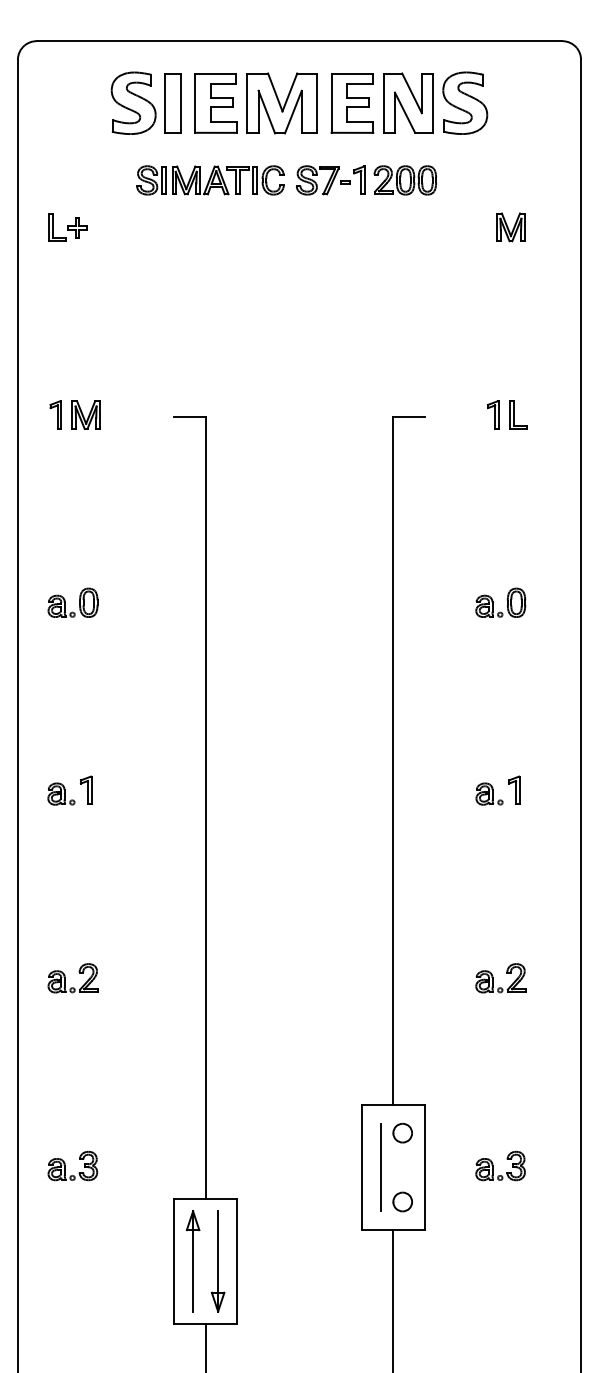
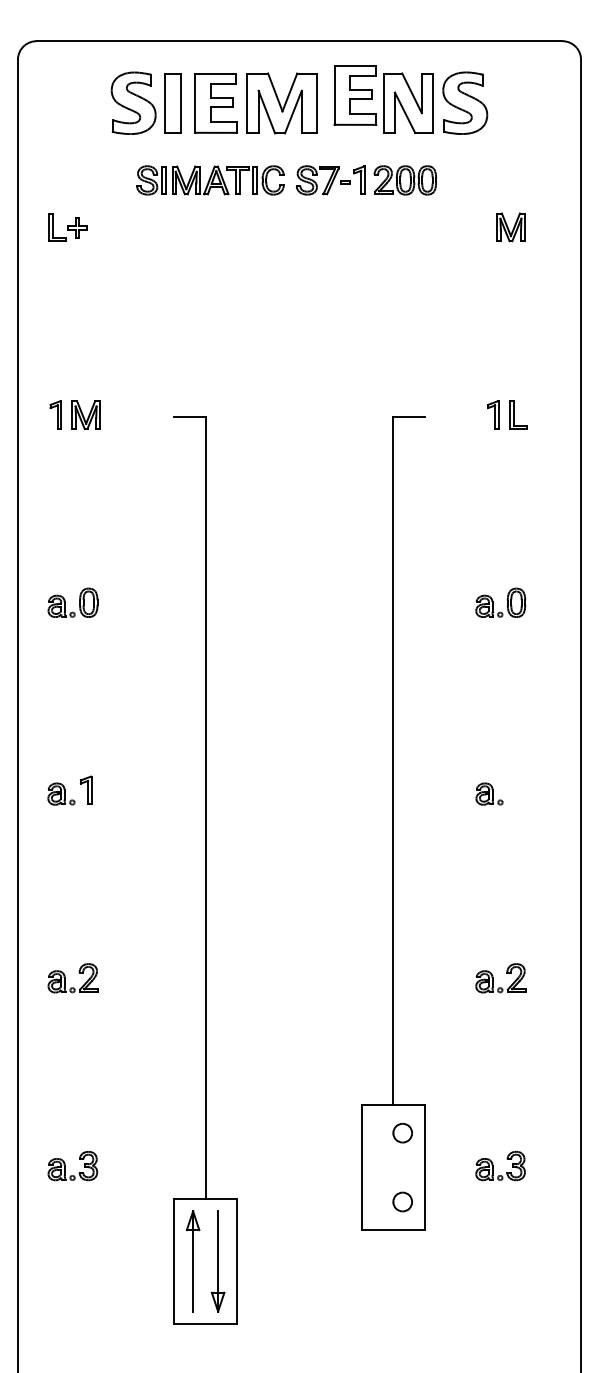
part at (352, 103) position: (352, 103) -> (355, 95)
part at (514, 789): present -> none
line at (380, 1167): present -> none
line at (393, 1299): present -> none
line at (205, 1346): present -> none
